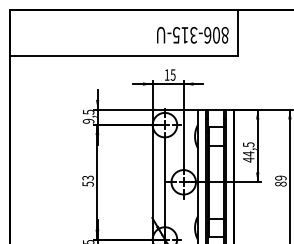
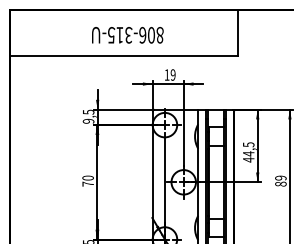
text at (192, 35) position: (192, 35) -> (127, 35)
text at (172, 74): 15 -> 19
text at (87, 180): 53 -> 70
